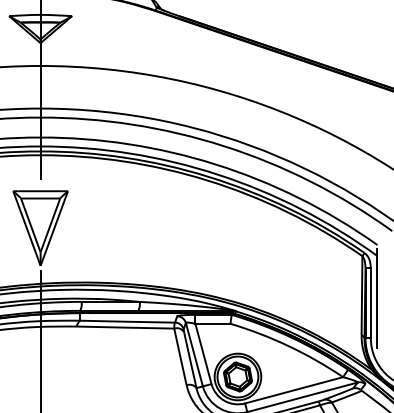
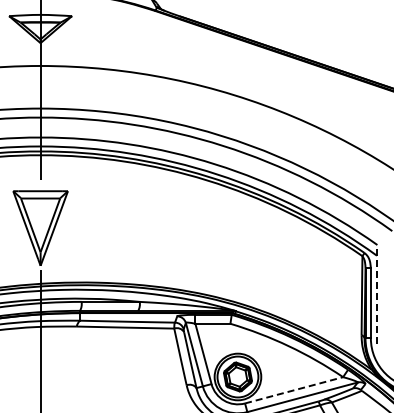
line at (376, 298): solid -> dashed
line at (294, 390): solid -> dashed
